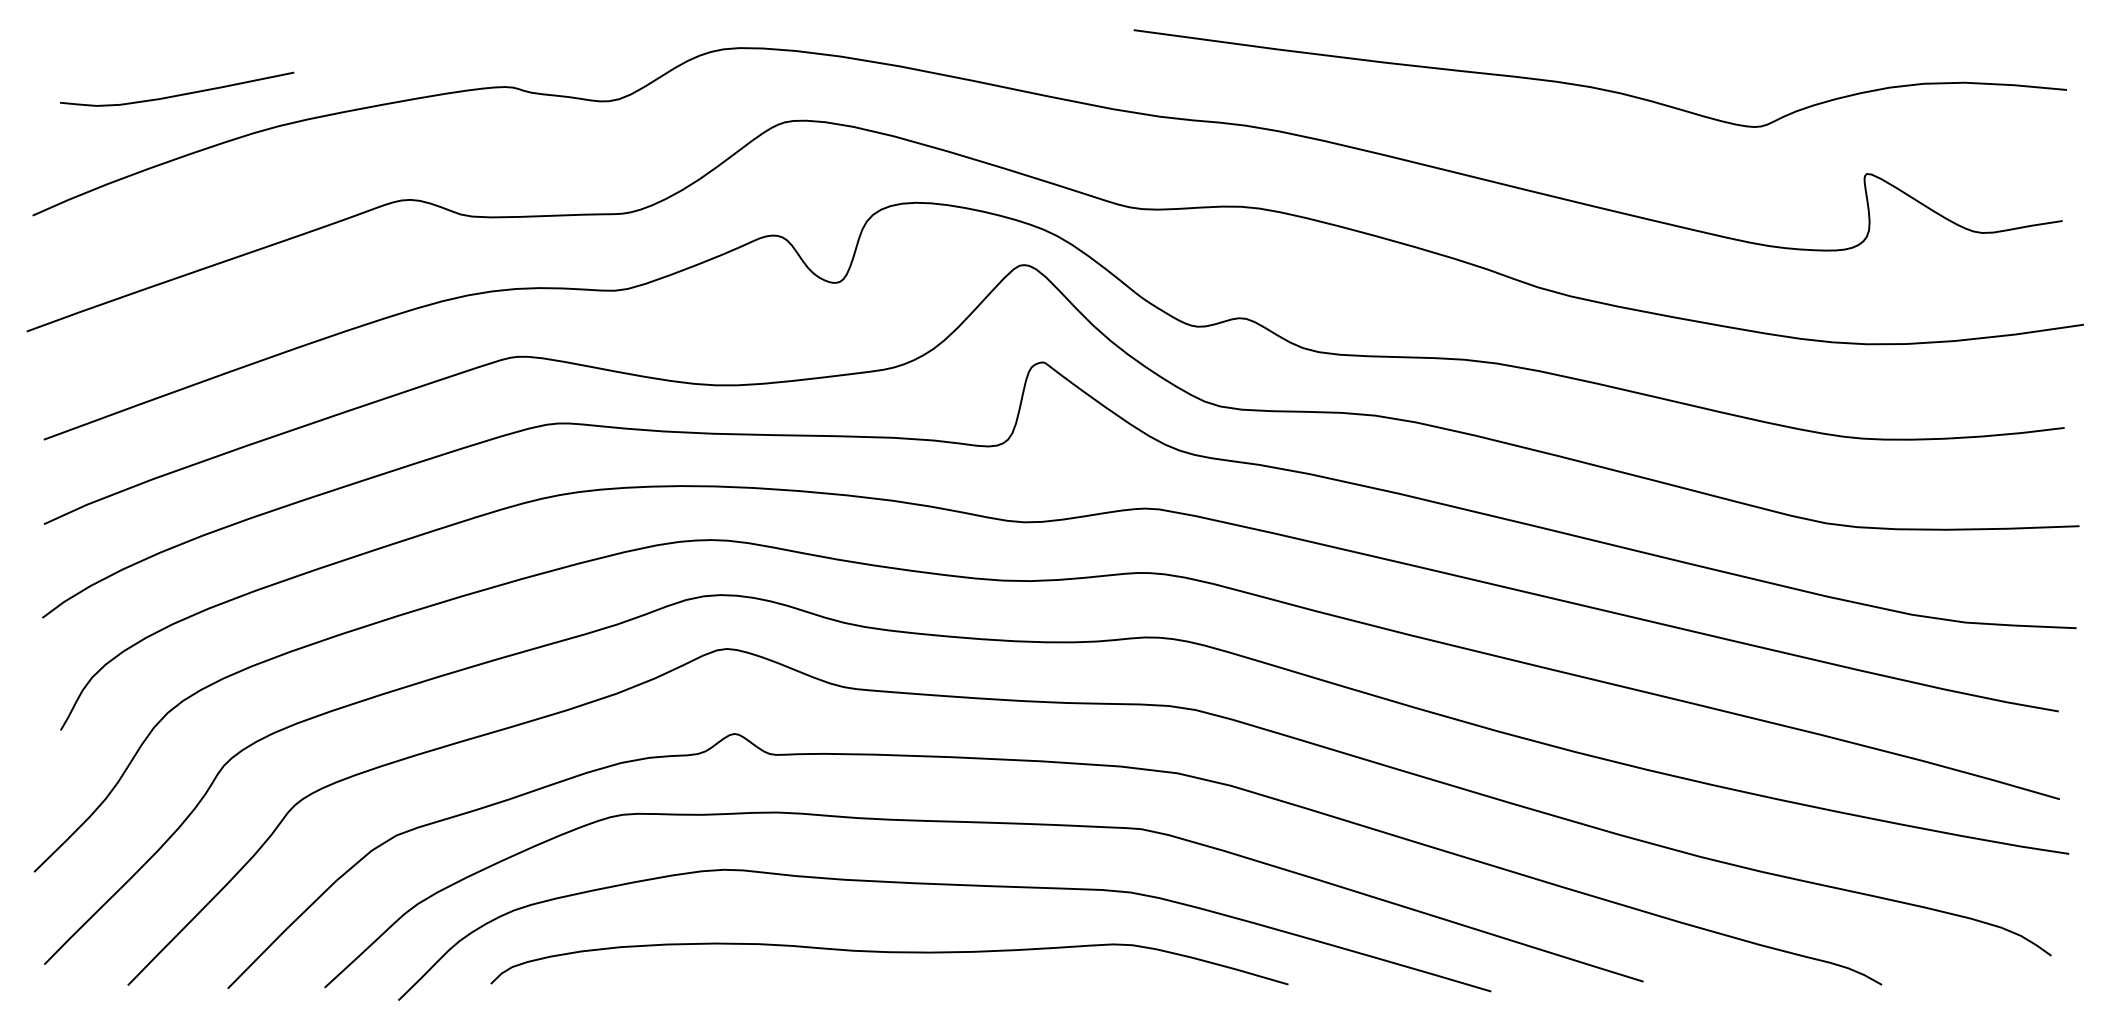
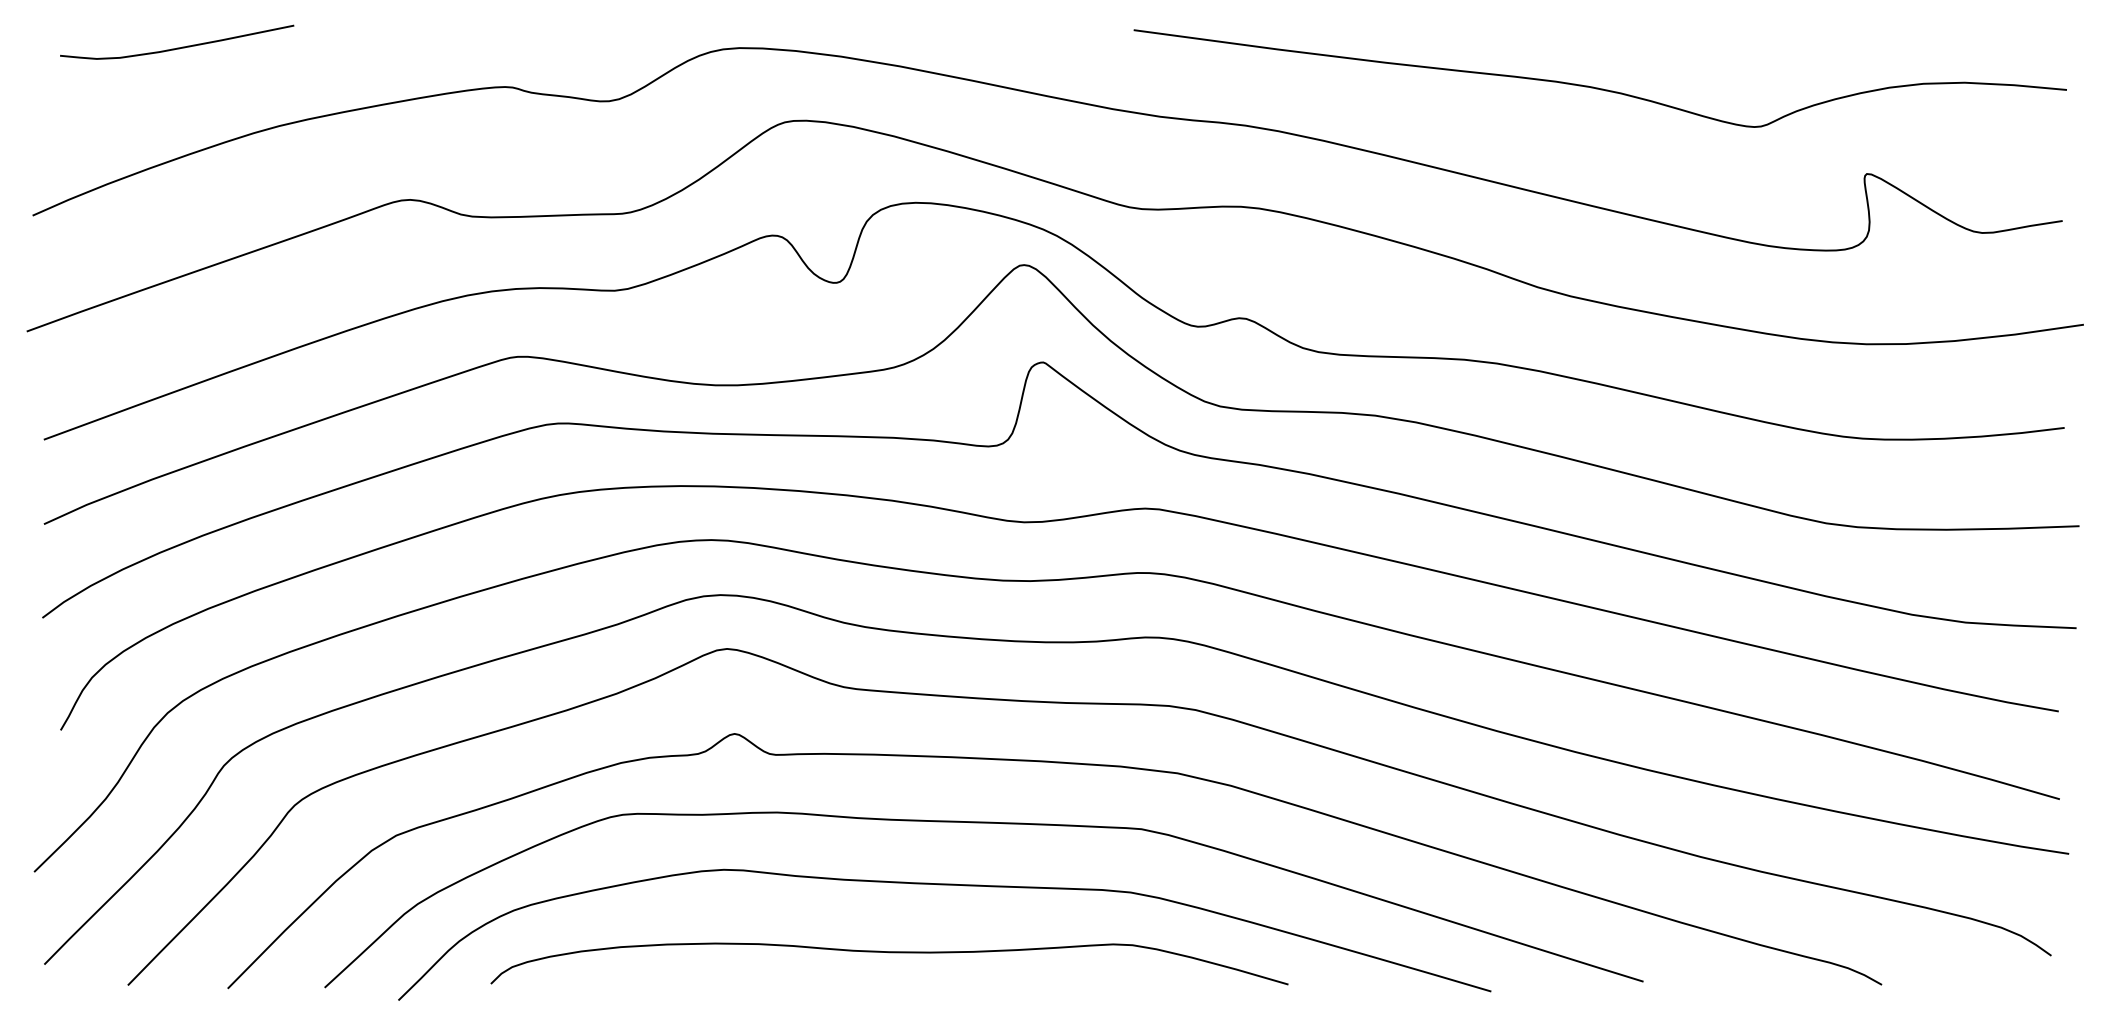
curve at (177, 94) position: (177, 94) -> (177, 47)
